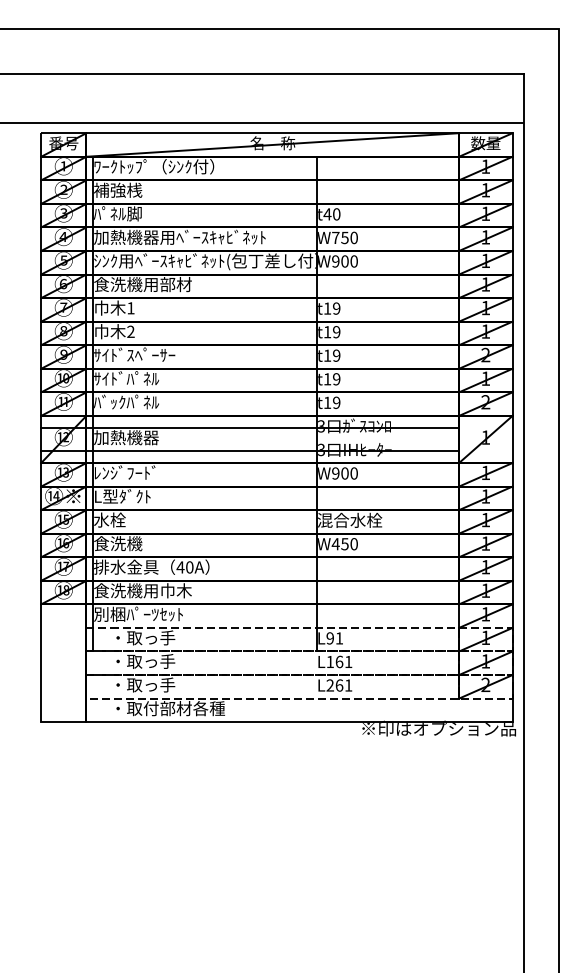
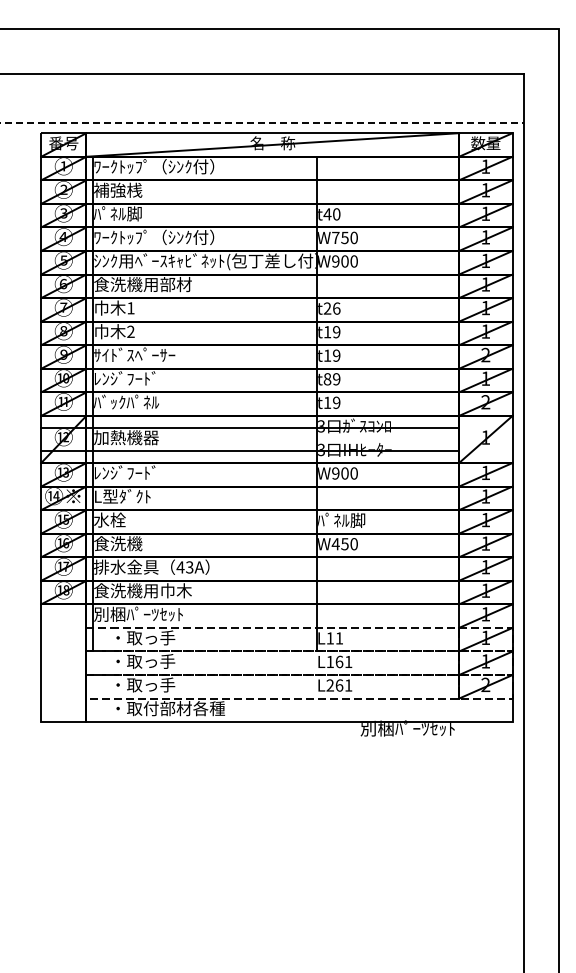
line at (262, 122): solid -> dashed
text at (179, 237): 加熱機器用ﾍﾞｰｽｷｬﾋﾞﾈｯﾄ -> ﾜｰｸﾄｯﾌﾟ（ｼﾝｸ付）
text at (331, 308): t19 -> t26
text at (126, 378): ｻｲﾄﾞﾊﾟﾈﾙ -> ﾚﾝｼﾞﾌｰﾄﾞ
text at (327, 379): t19 -> t89
text at (350, 519): 混合水栓 -> ﾊﾟﾈﾙ脚
text at (189, 567): 40A -> 43A
text at (329, 638): L91 -> L11
text at (438, 728): ※印はオプション品 -> 別梱ﾊﾟｰﾂｾｯﾄ
